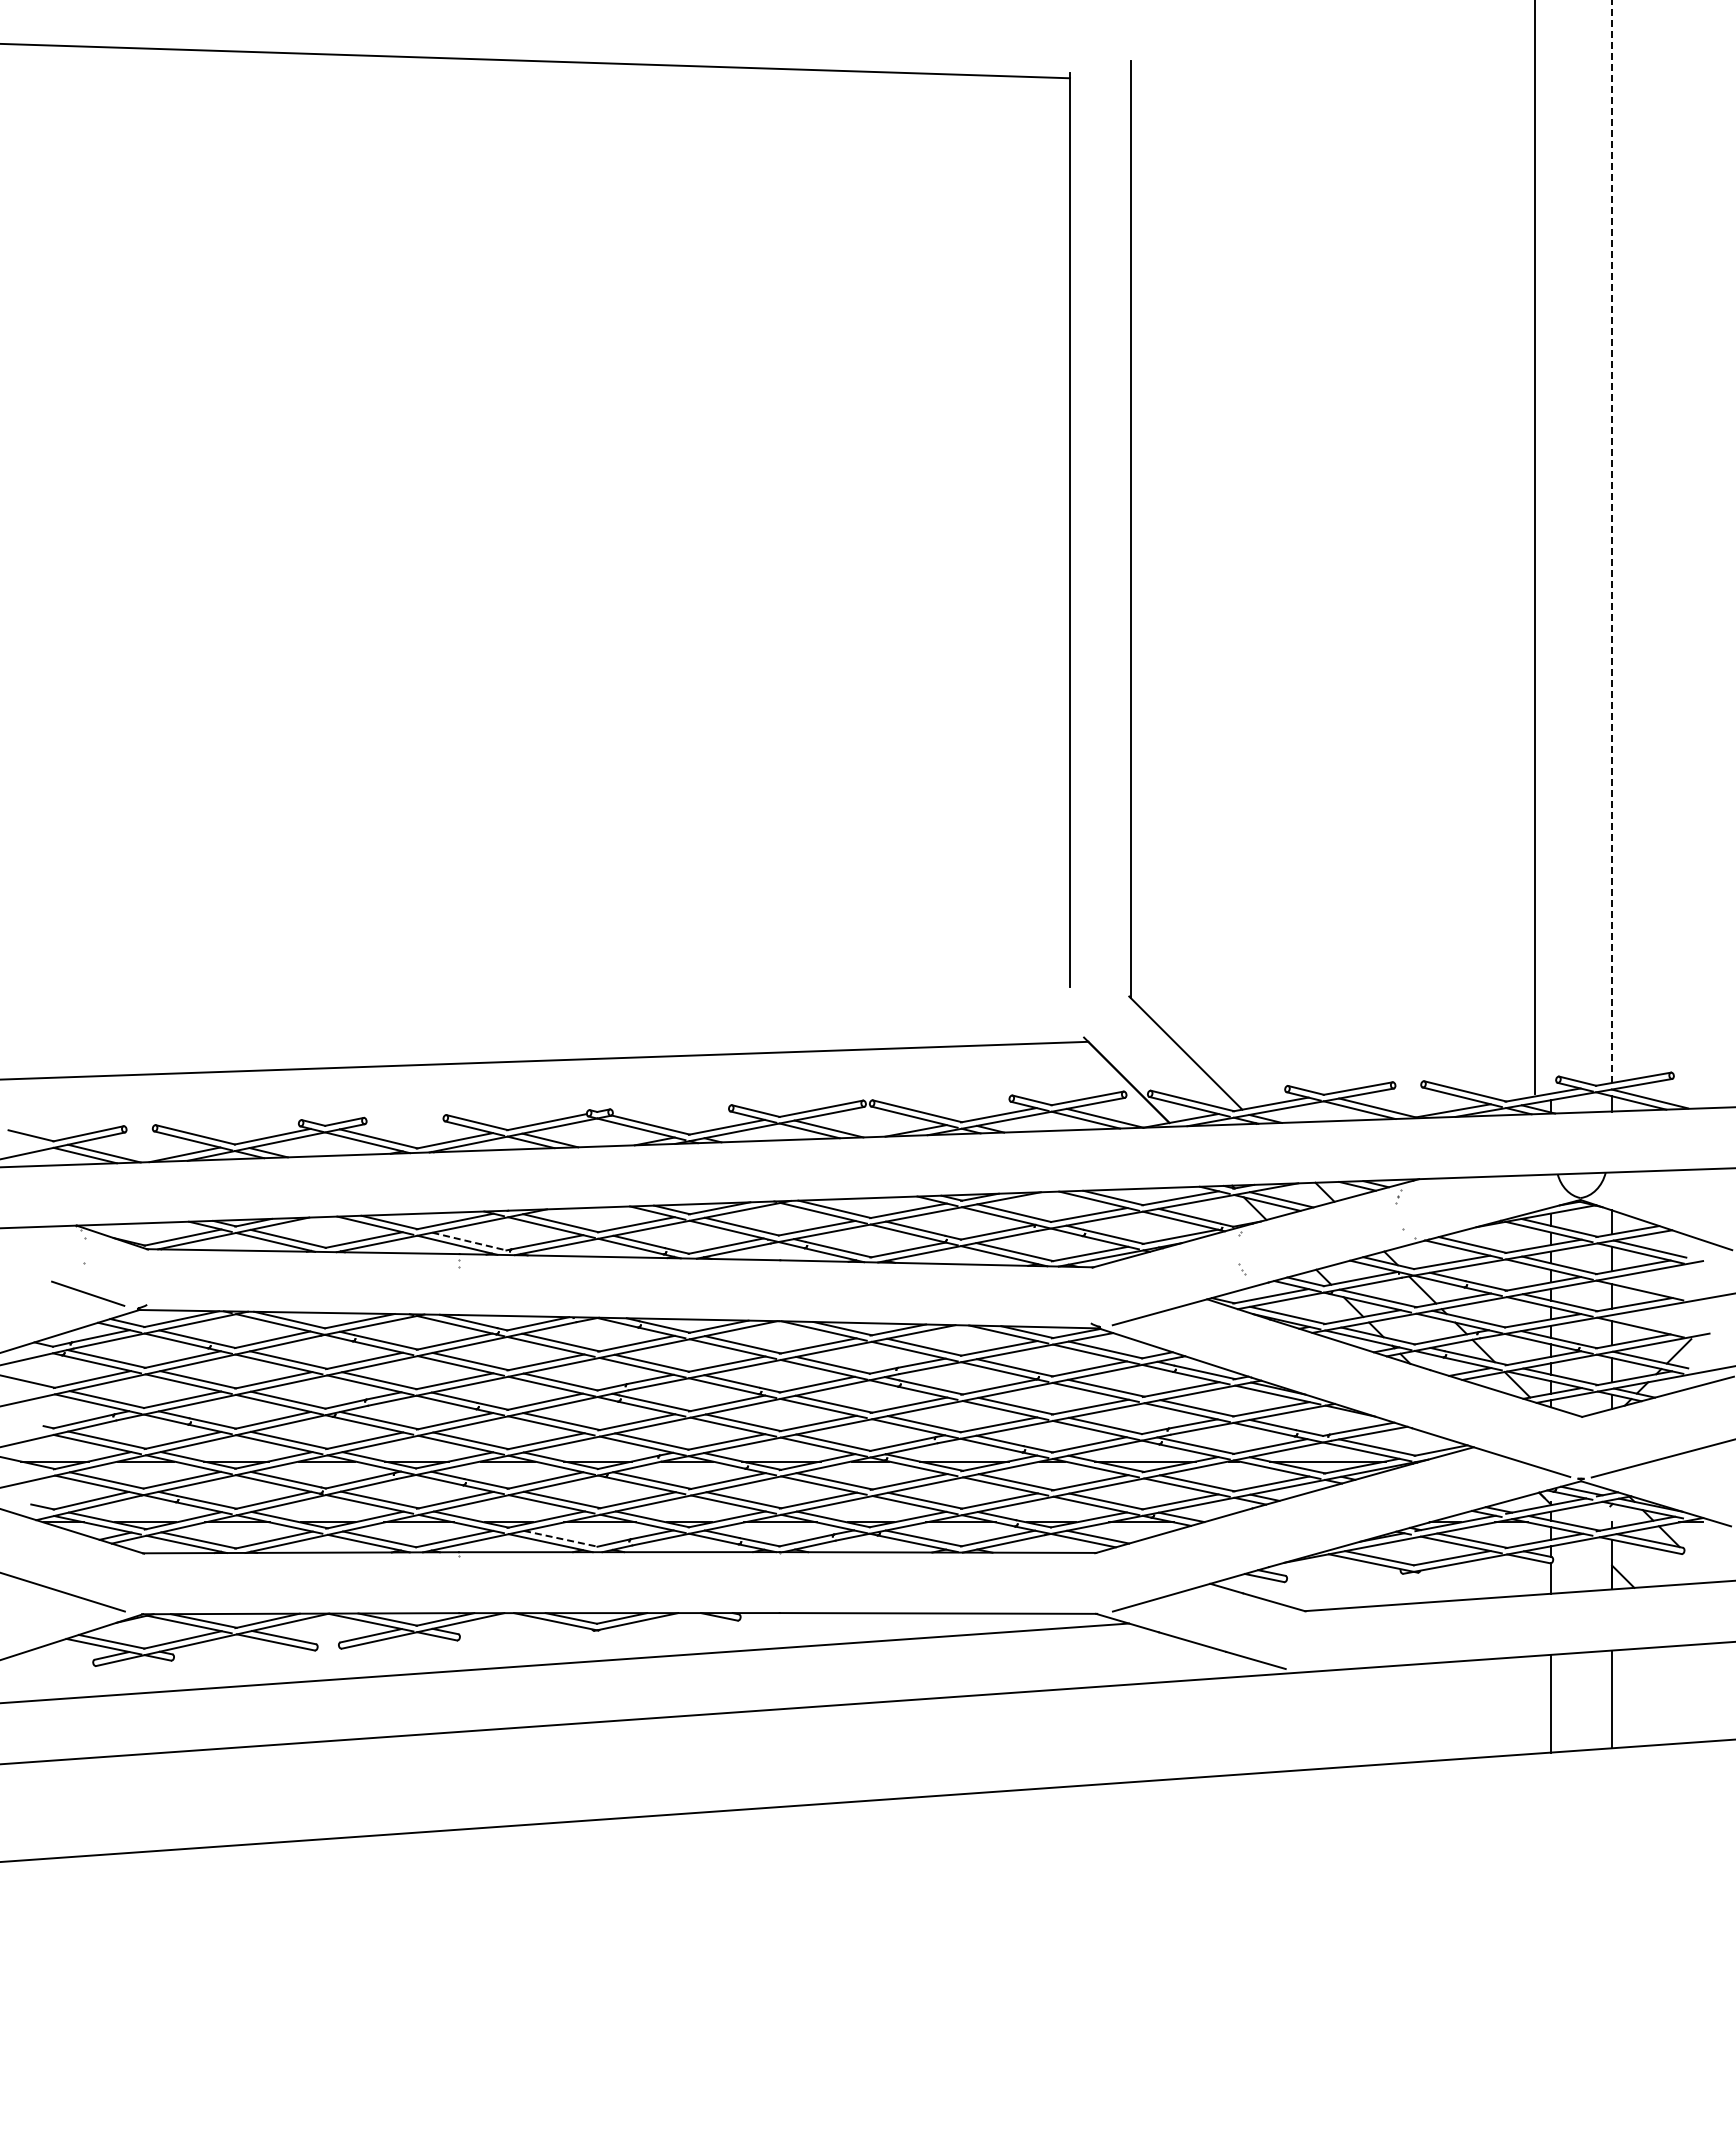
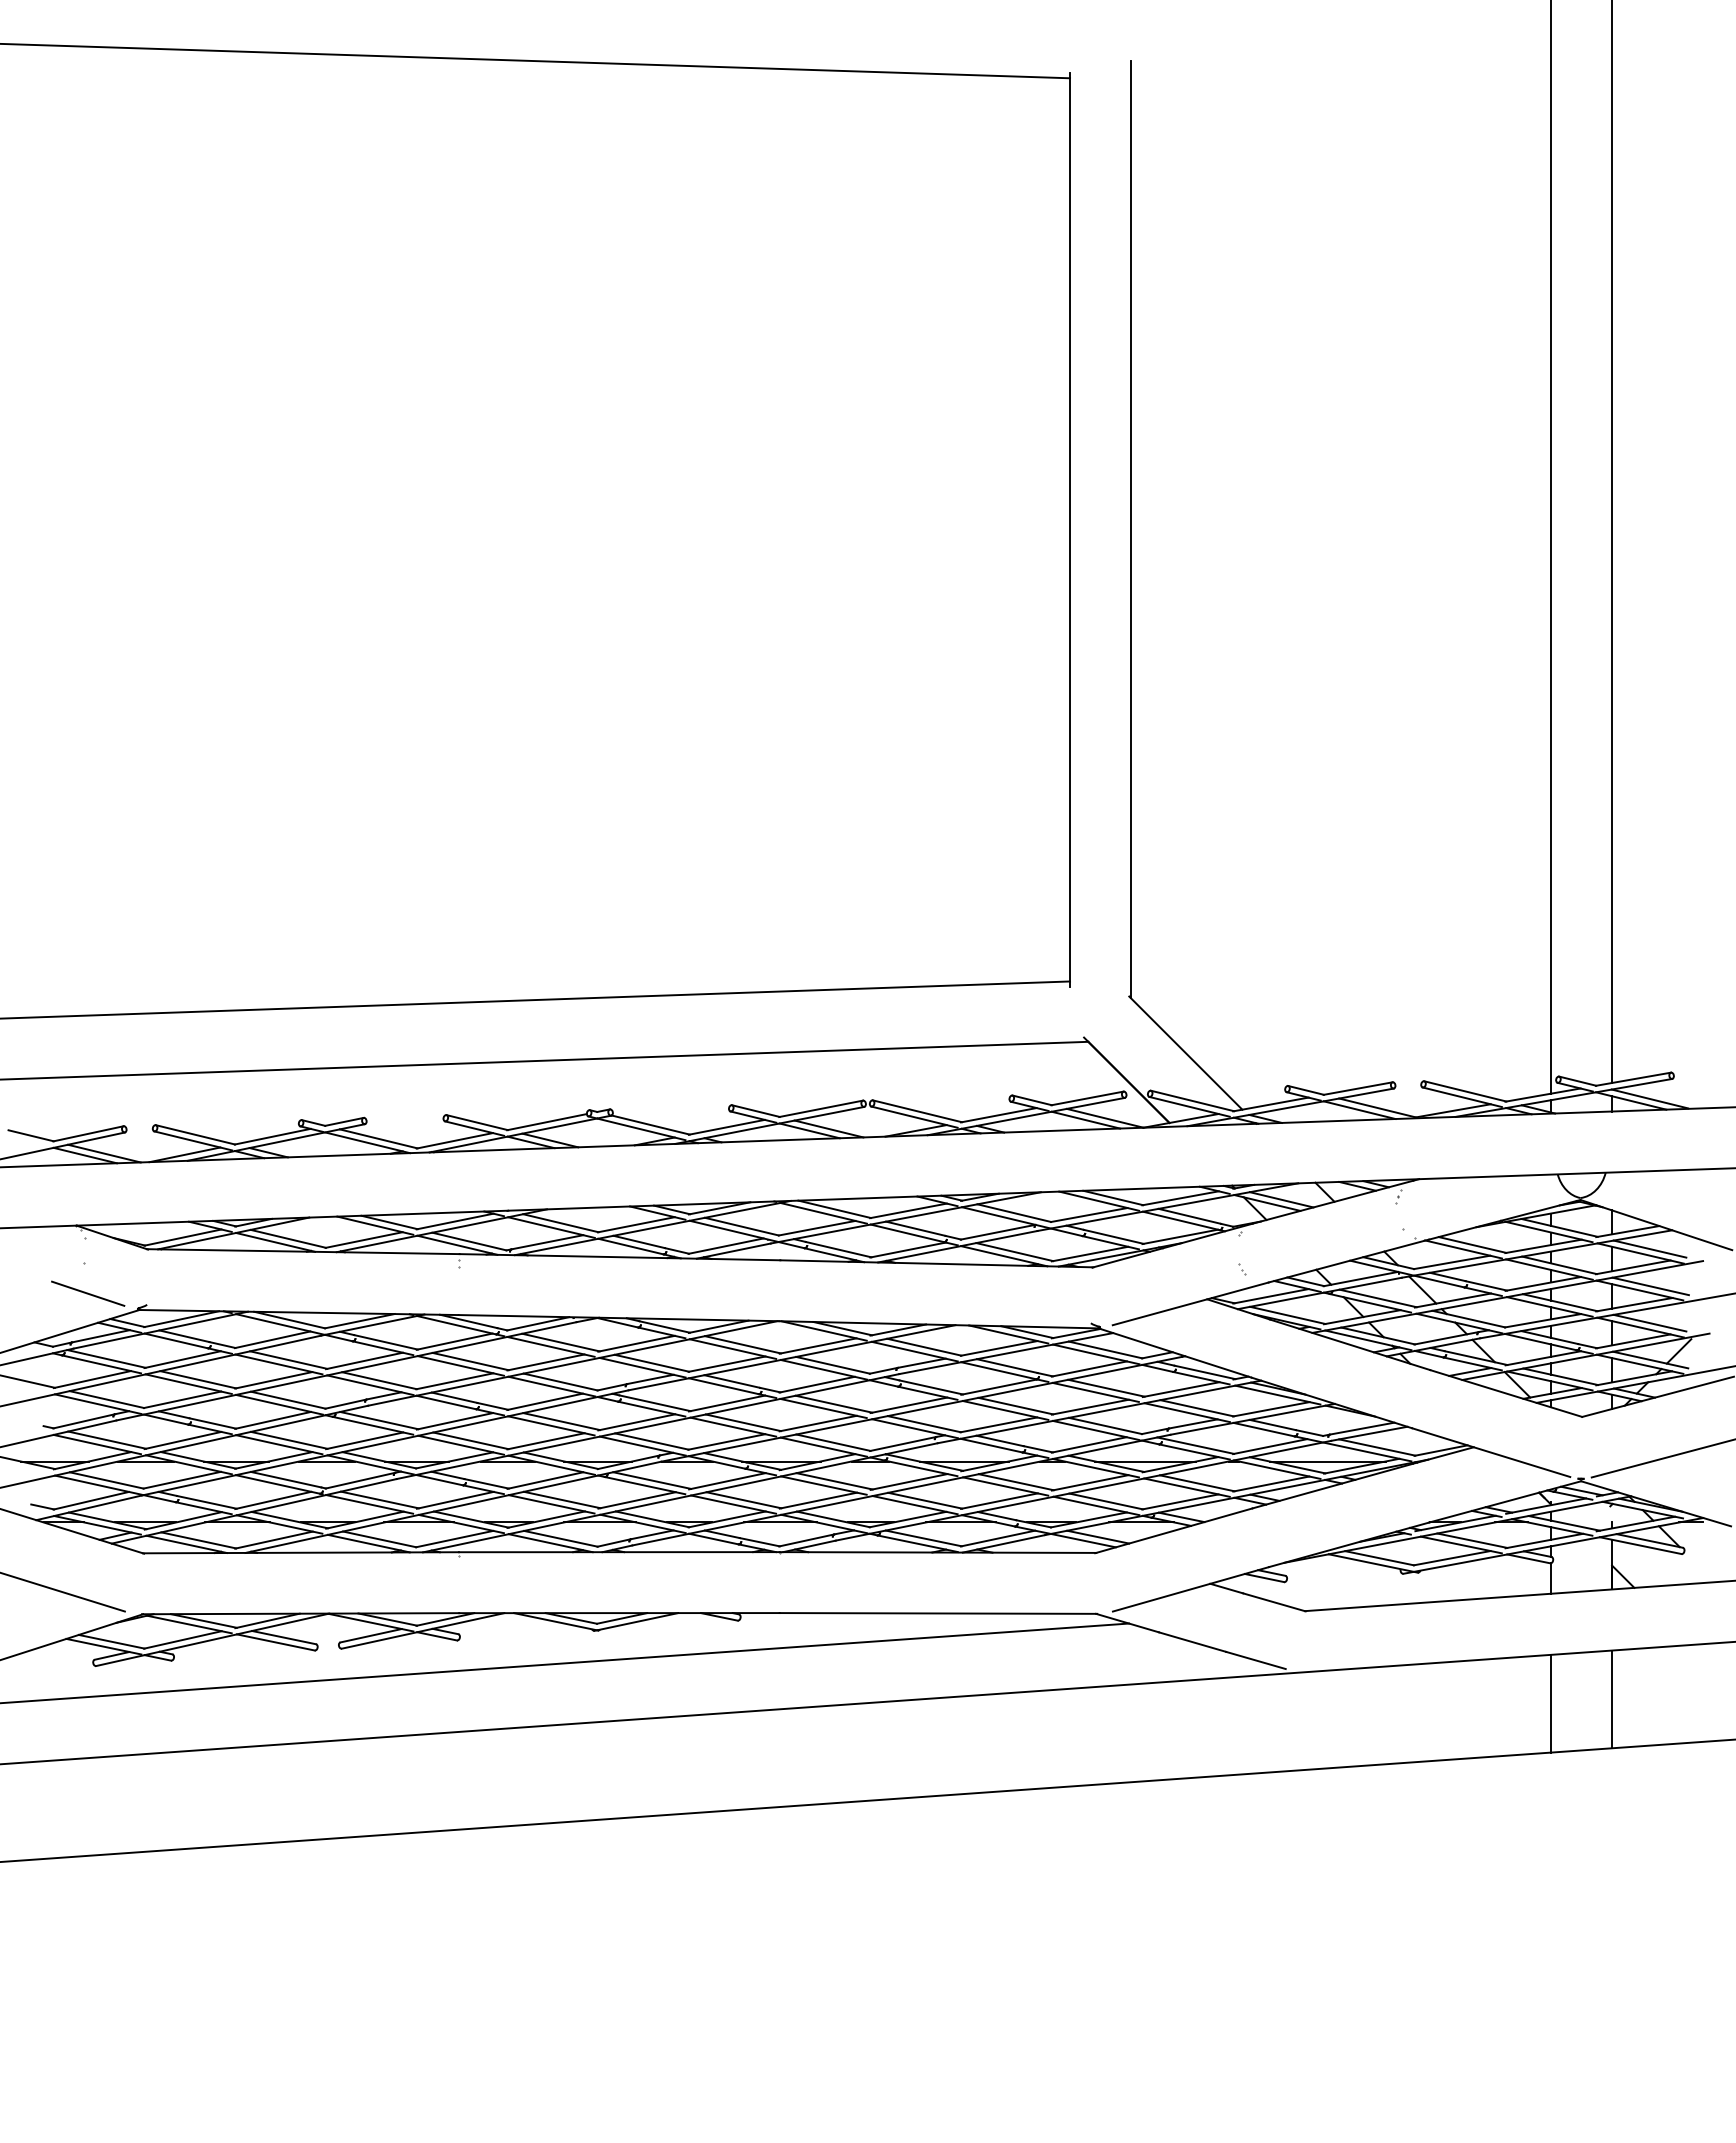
line at (1612, 541): dashed -> solid
line at (1535, 547) position: (1535, 547) -> (1551, 547)
line at (536, 999): none -> present
line at (469, 1241): dashed -> solid
line at (1650, 1286): none -> present
line at (1649, 1322): none -> present
line at (560, 1538): dashed -> solid
